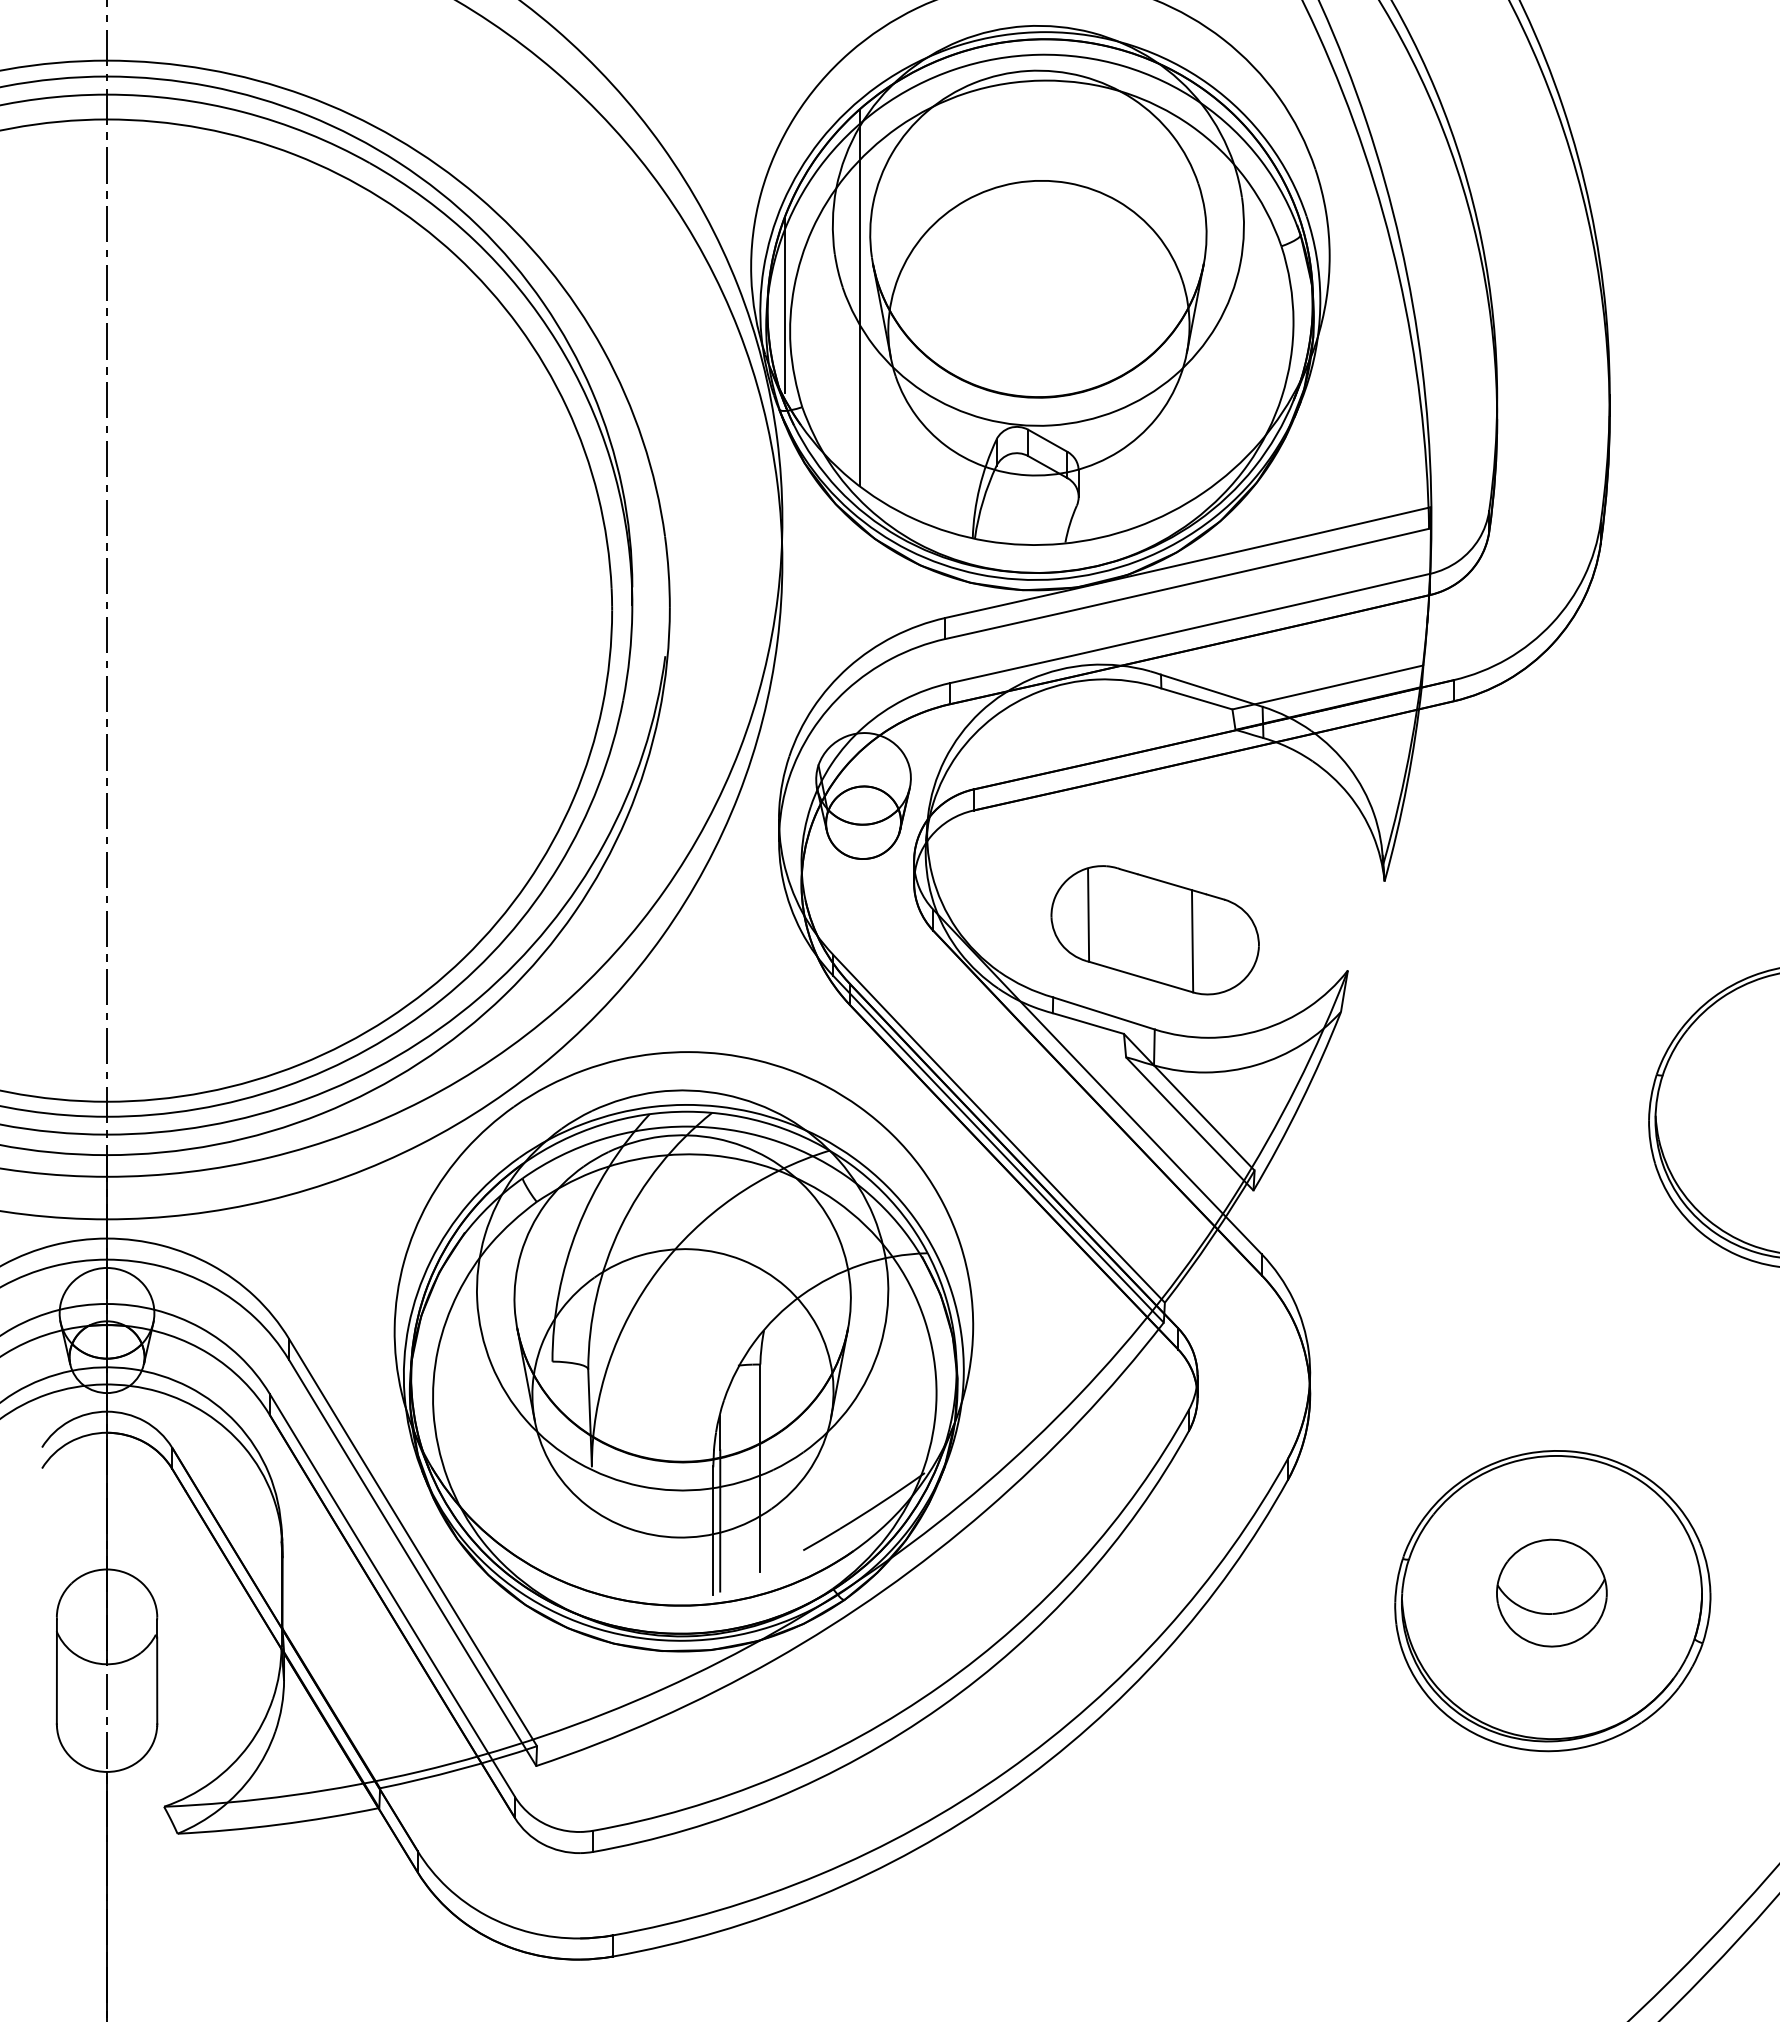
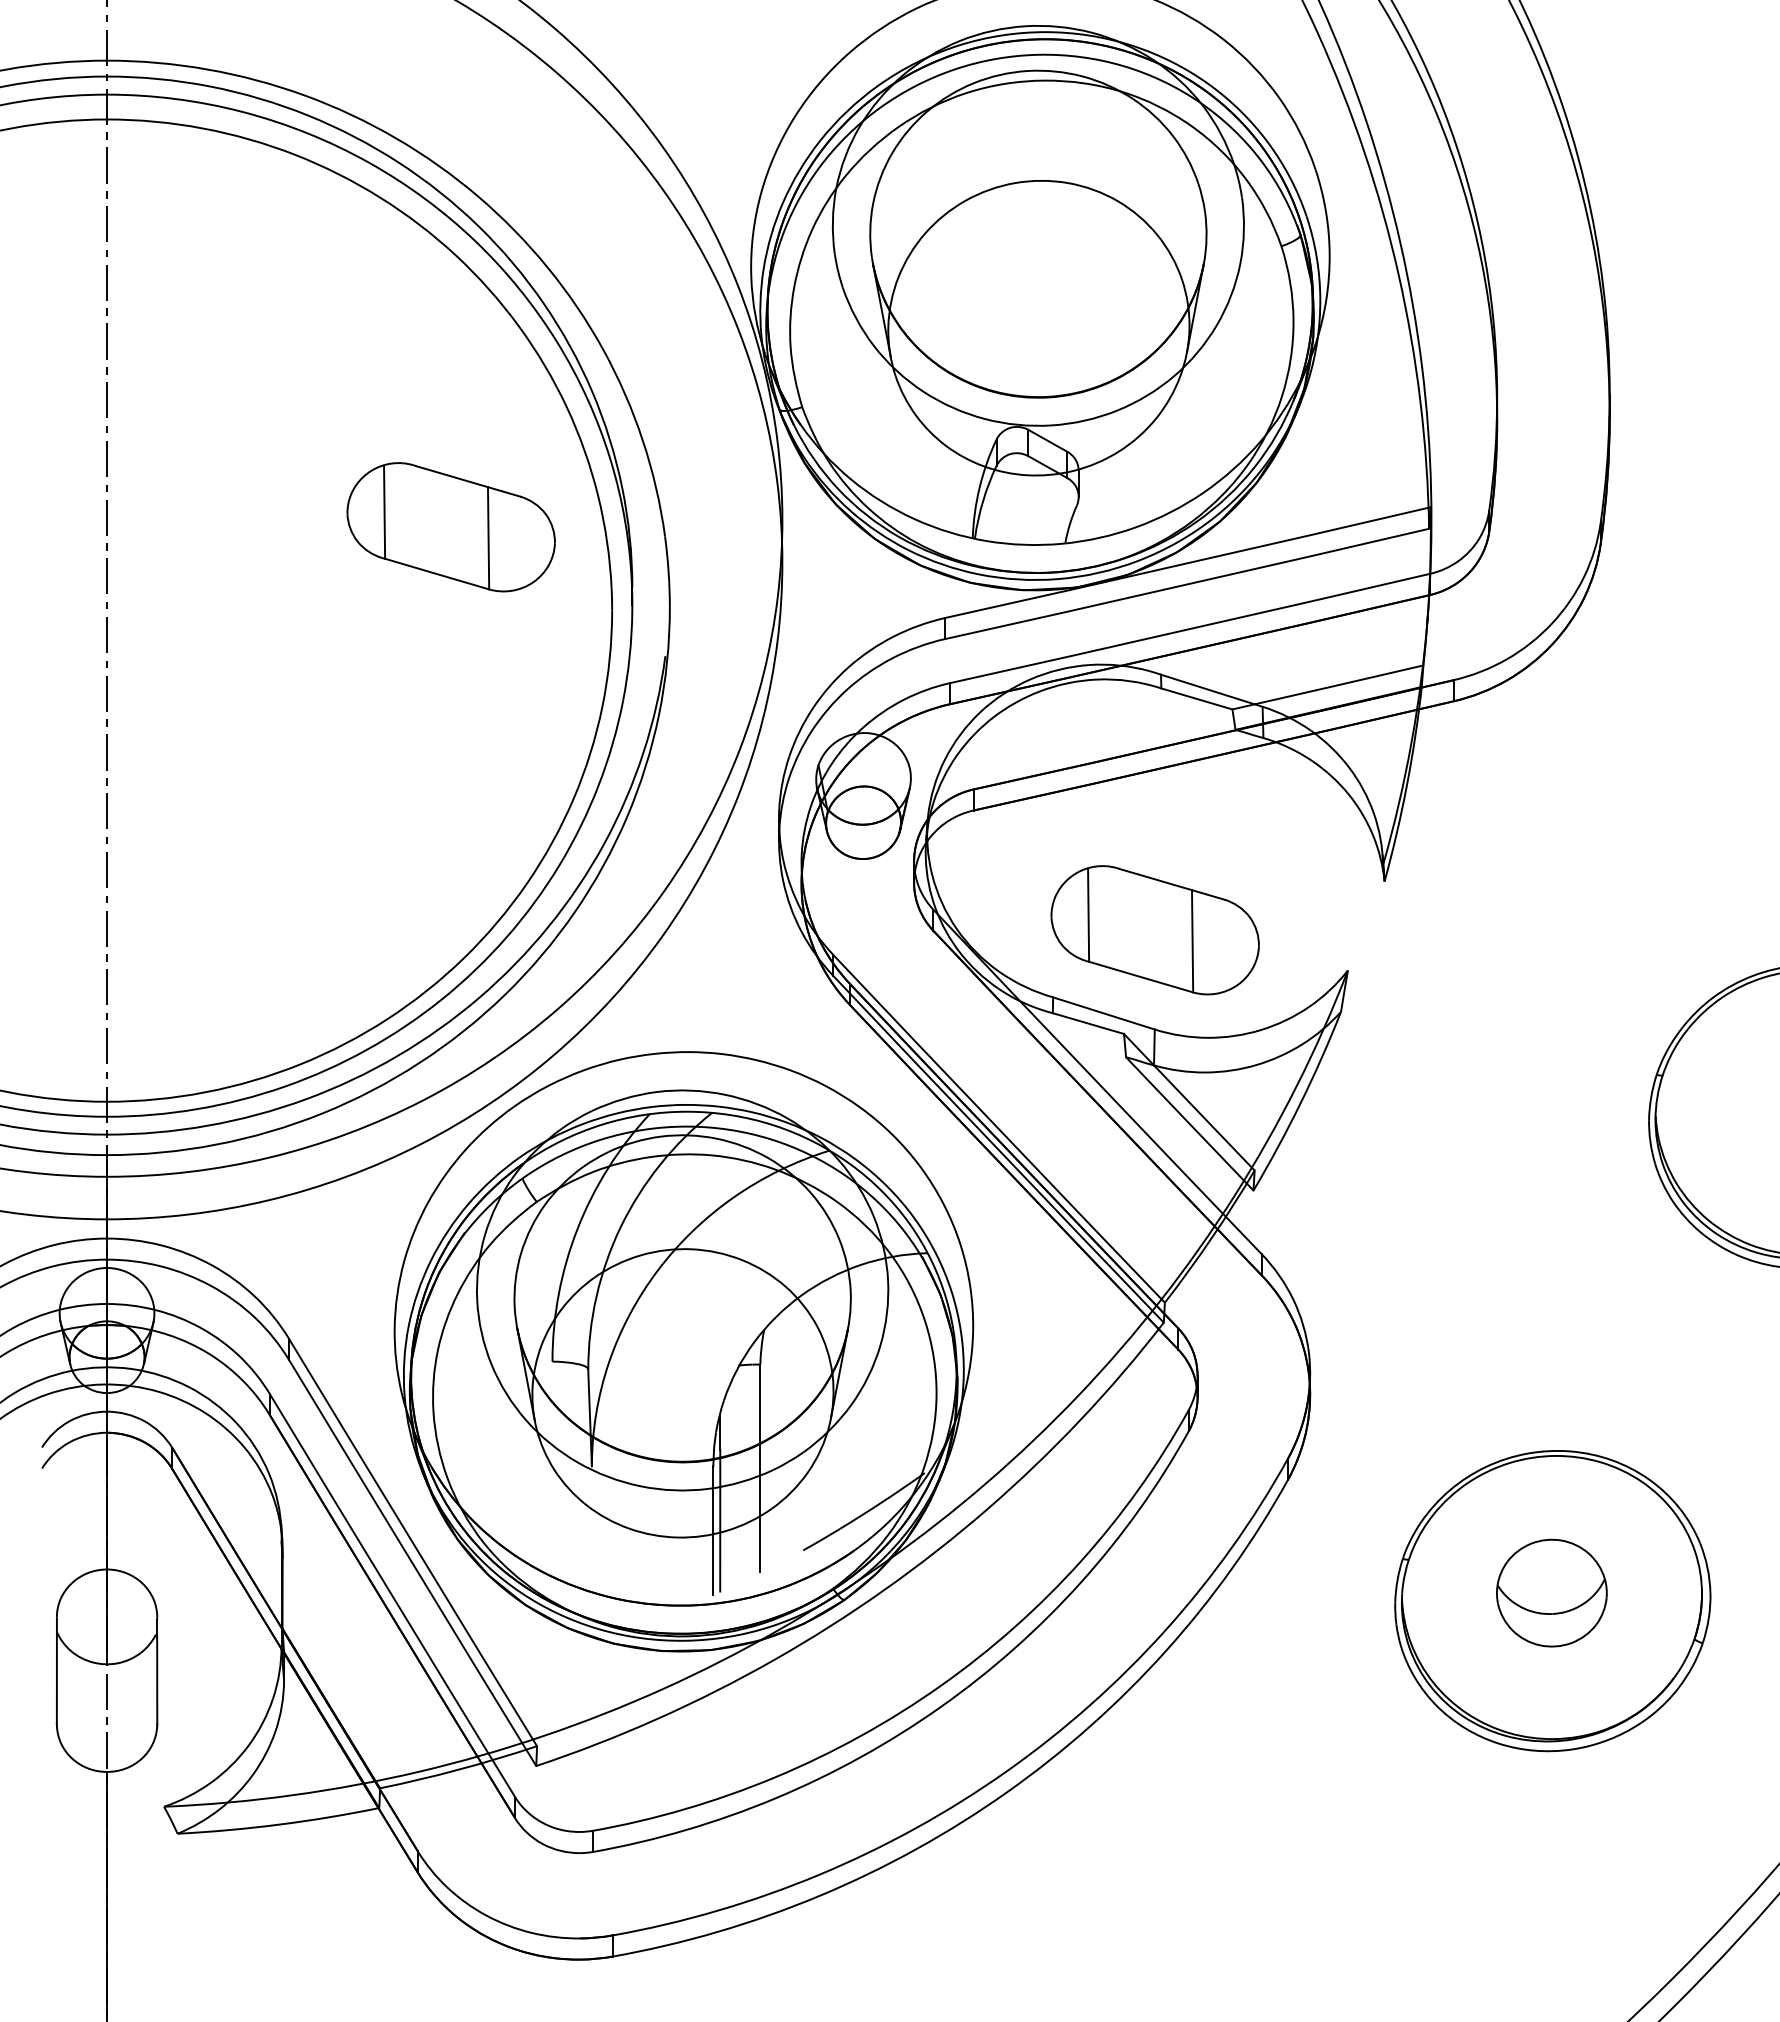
line at (860, 297): present -> none
line at (785, 305): present -> none
part at (450, 527): none -> present
